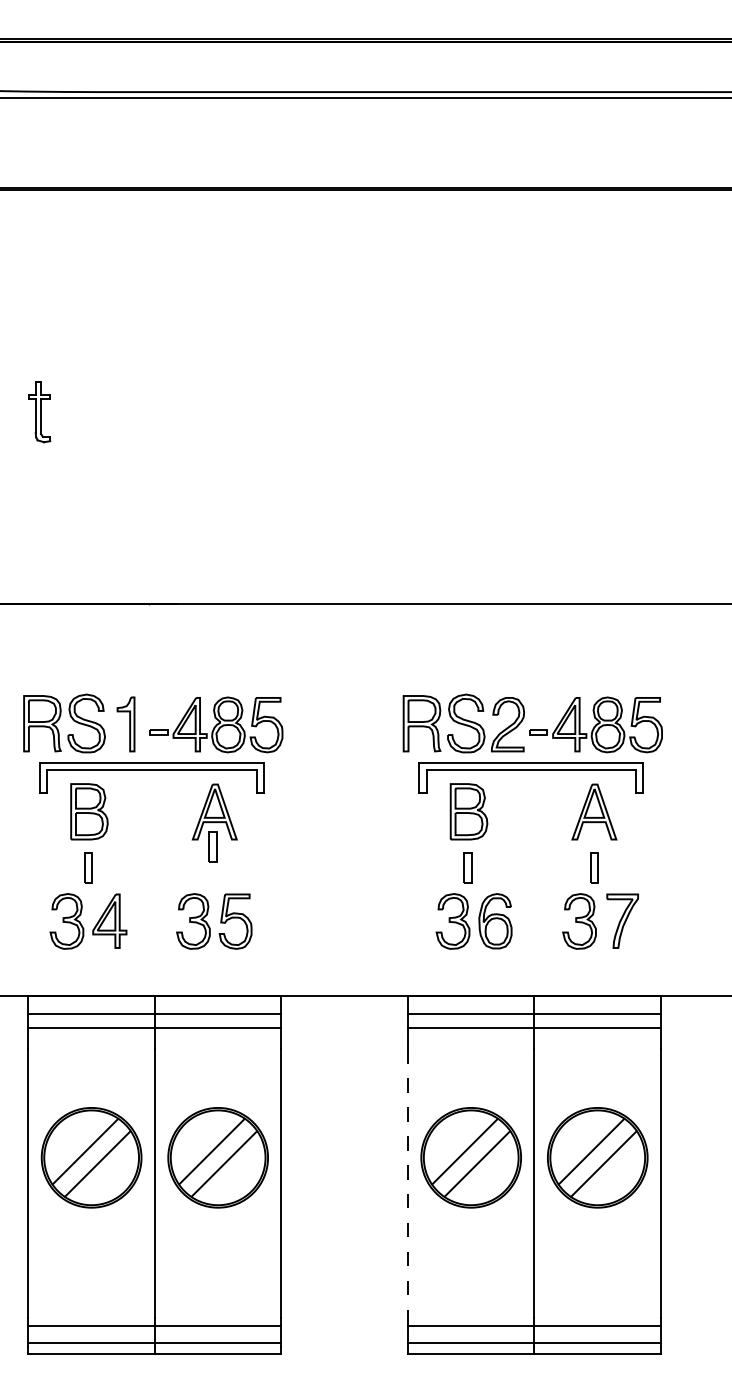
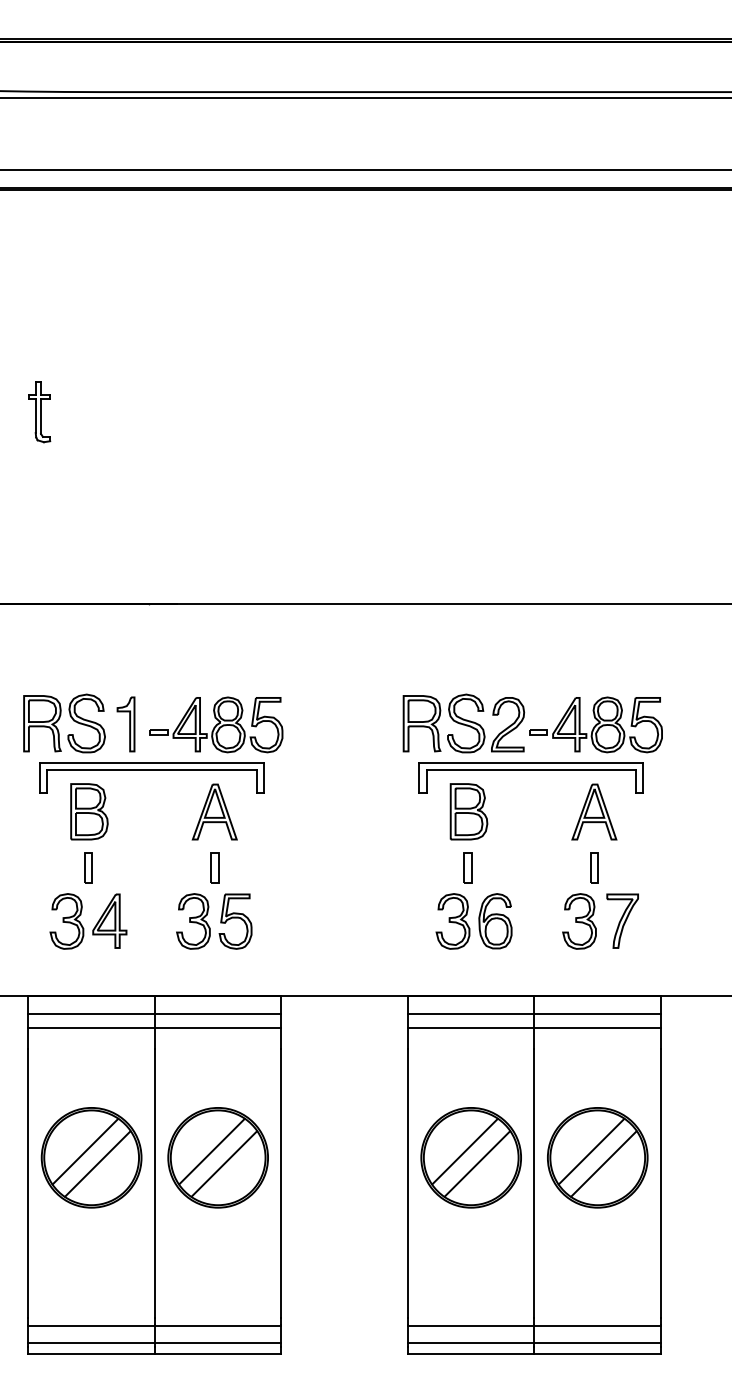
line at (365, 170): none -> present
part at (212, 846) position: (212, 846) -> (214, 867)
line at (407, 1184): dashed -> solid
